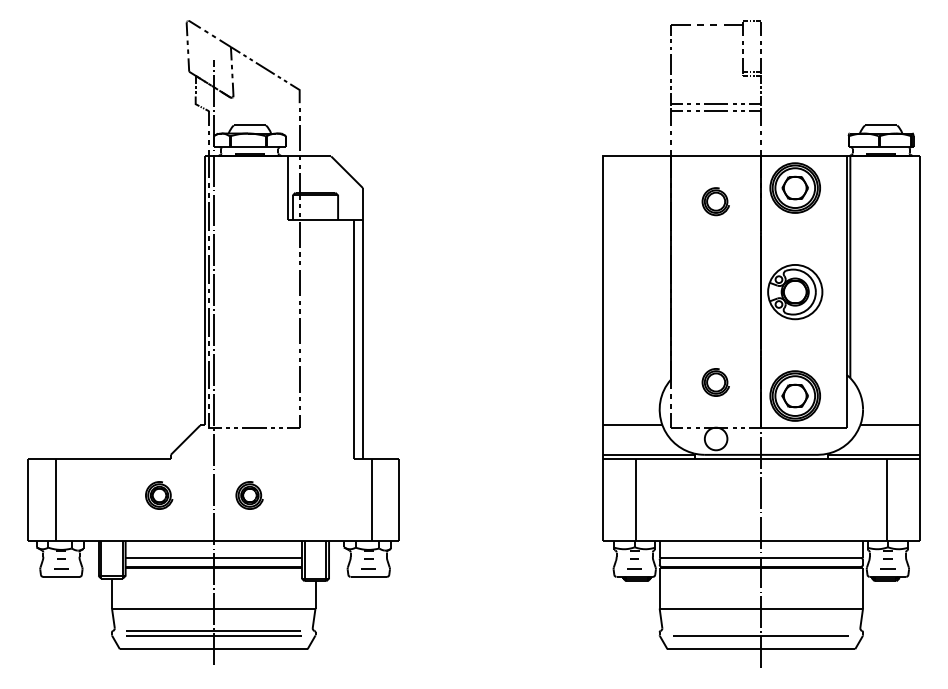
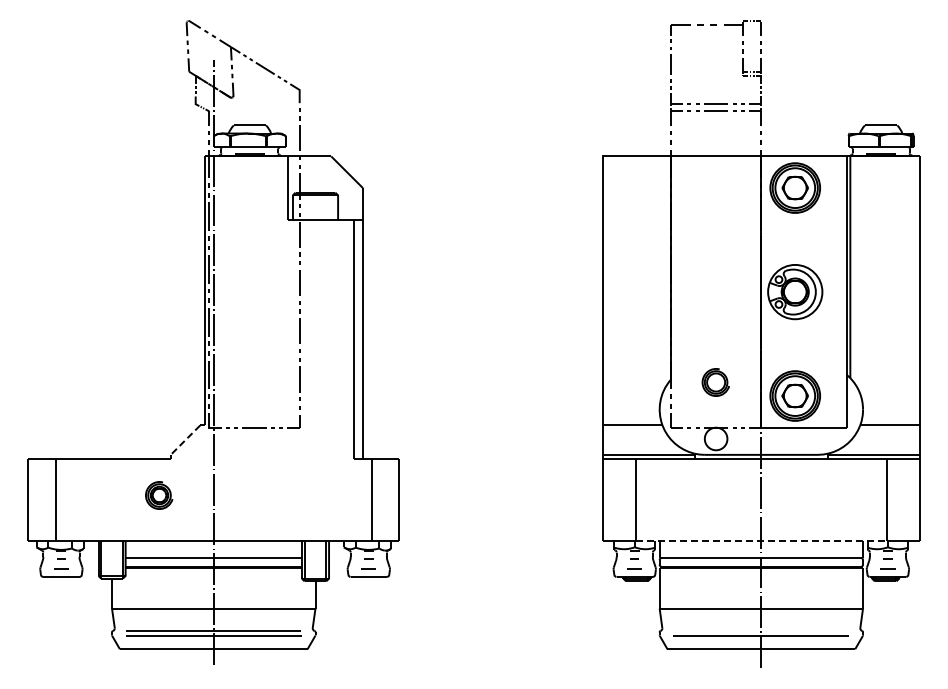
part at (715, 201): present -> none
line at (185, 440): solid -> dashed
part at (249, 495): present -> none
line at (761, 540): solid -> dashed
